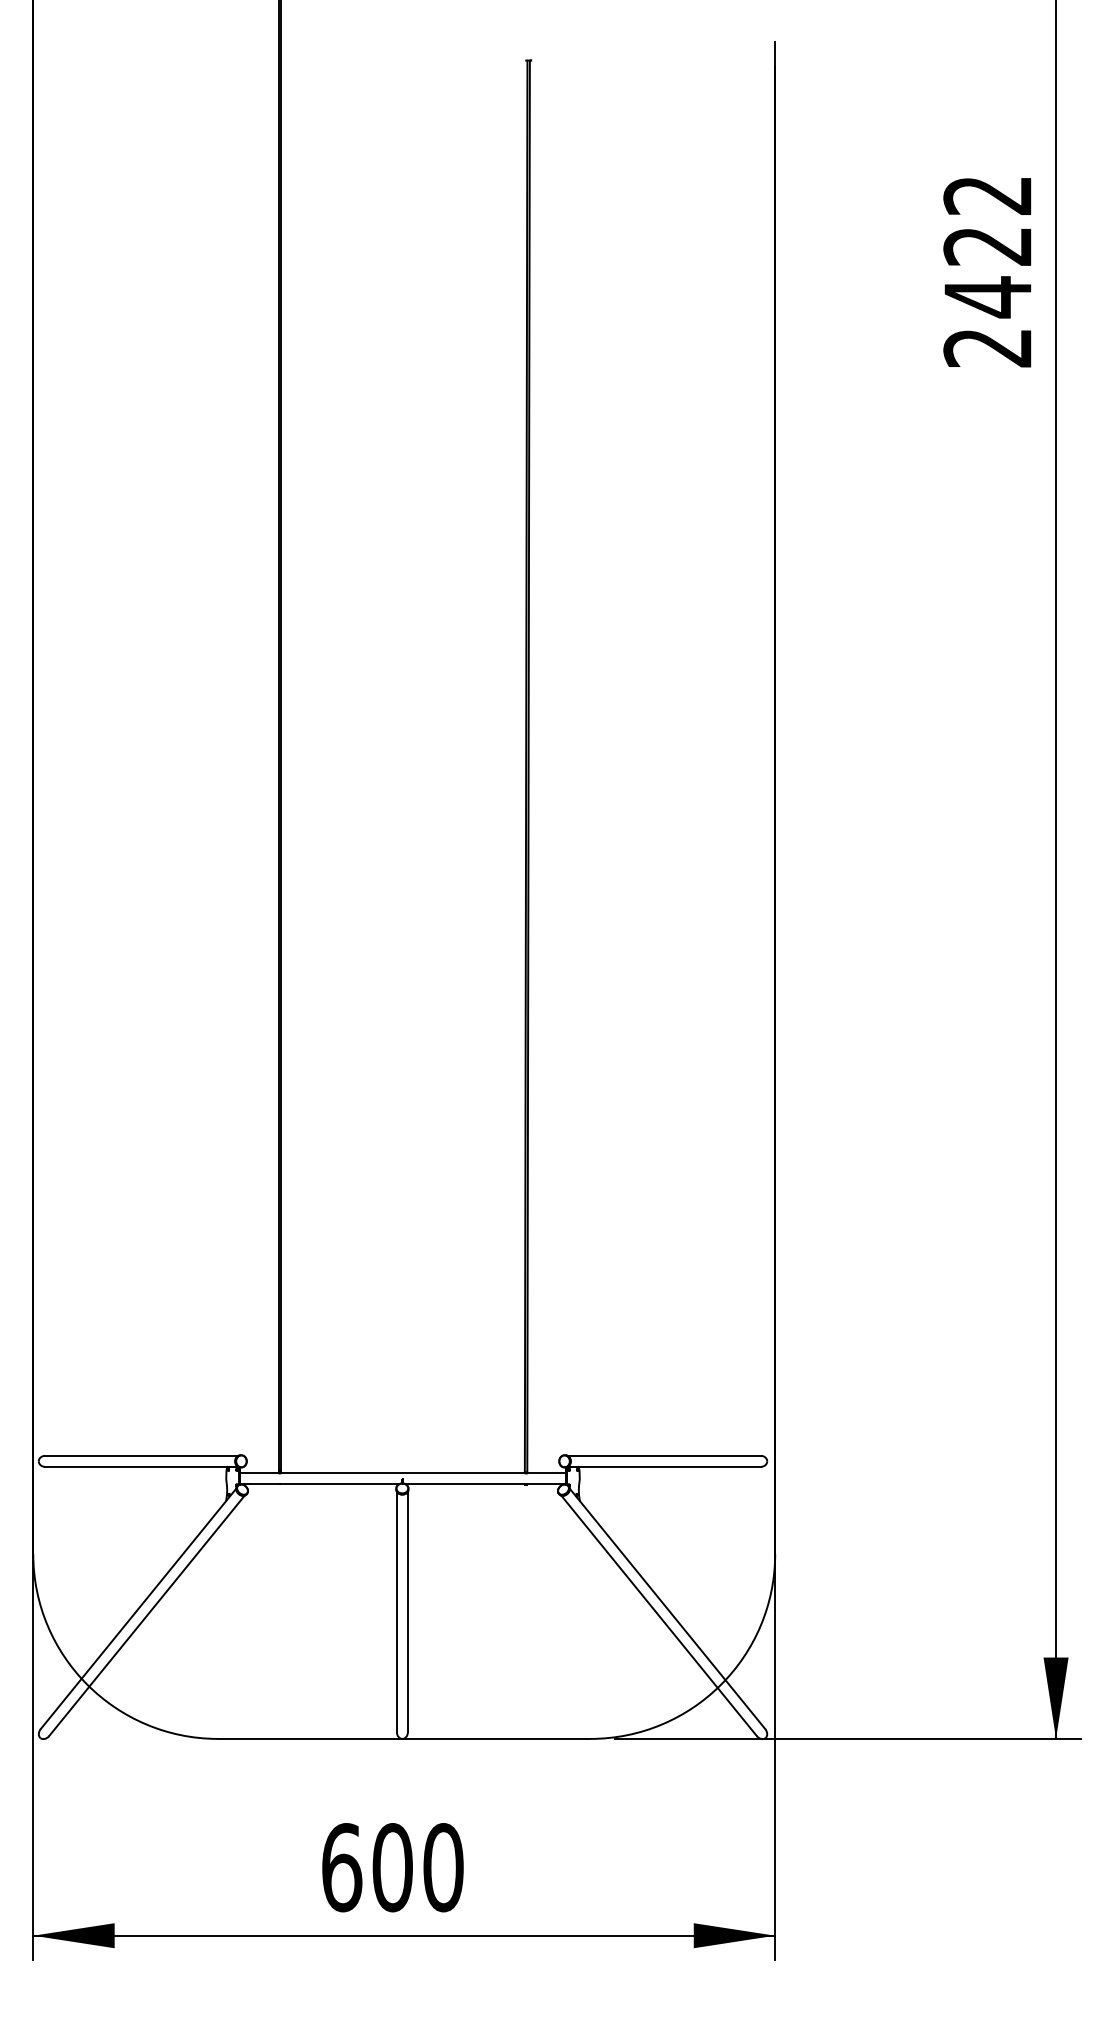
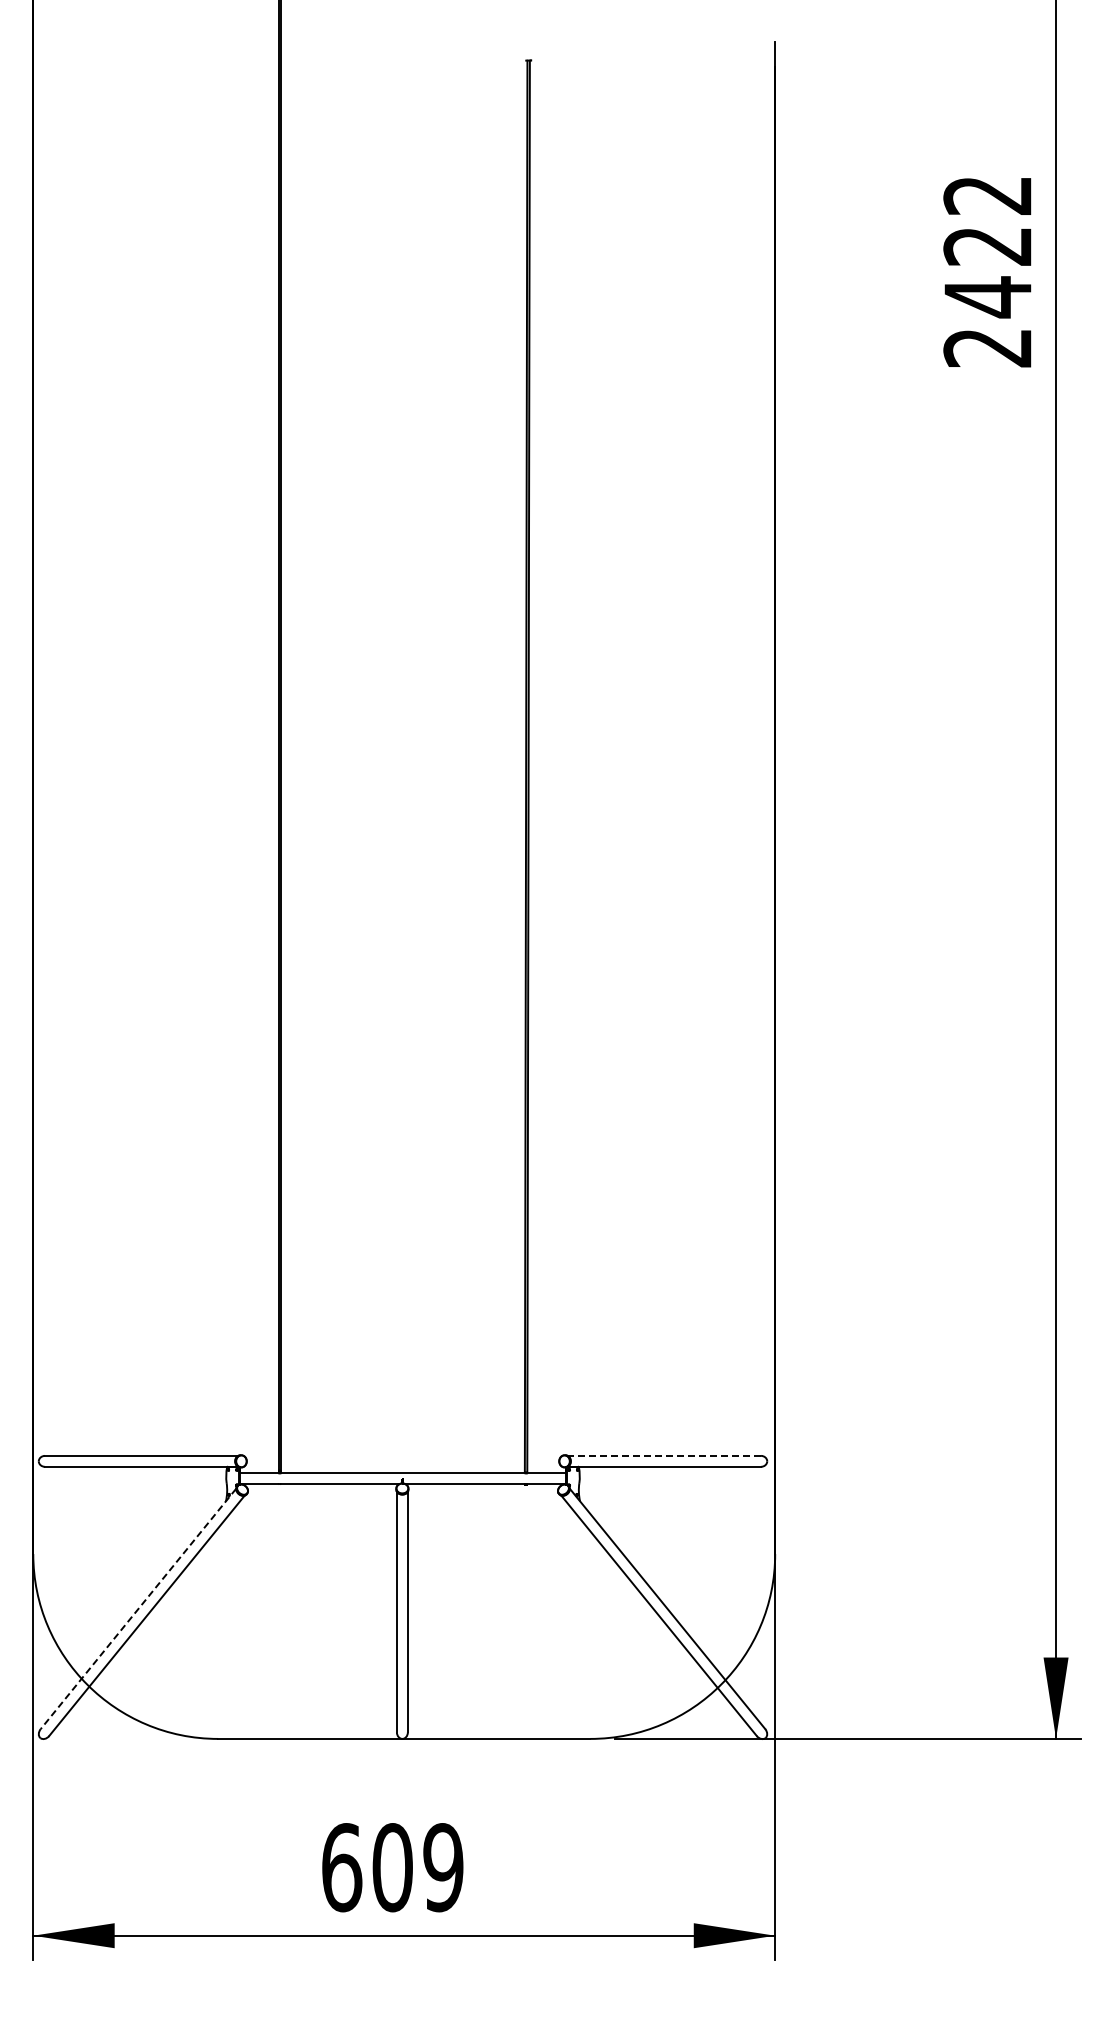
line at (664, 1455): solid -> dashed
line at (138, 1608): solid -> dashed
text at (443, 1867): 600 -> 609
